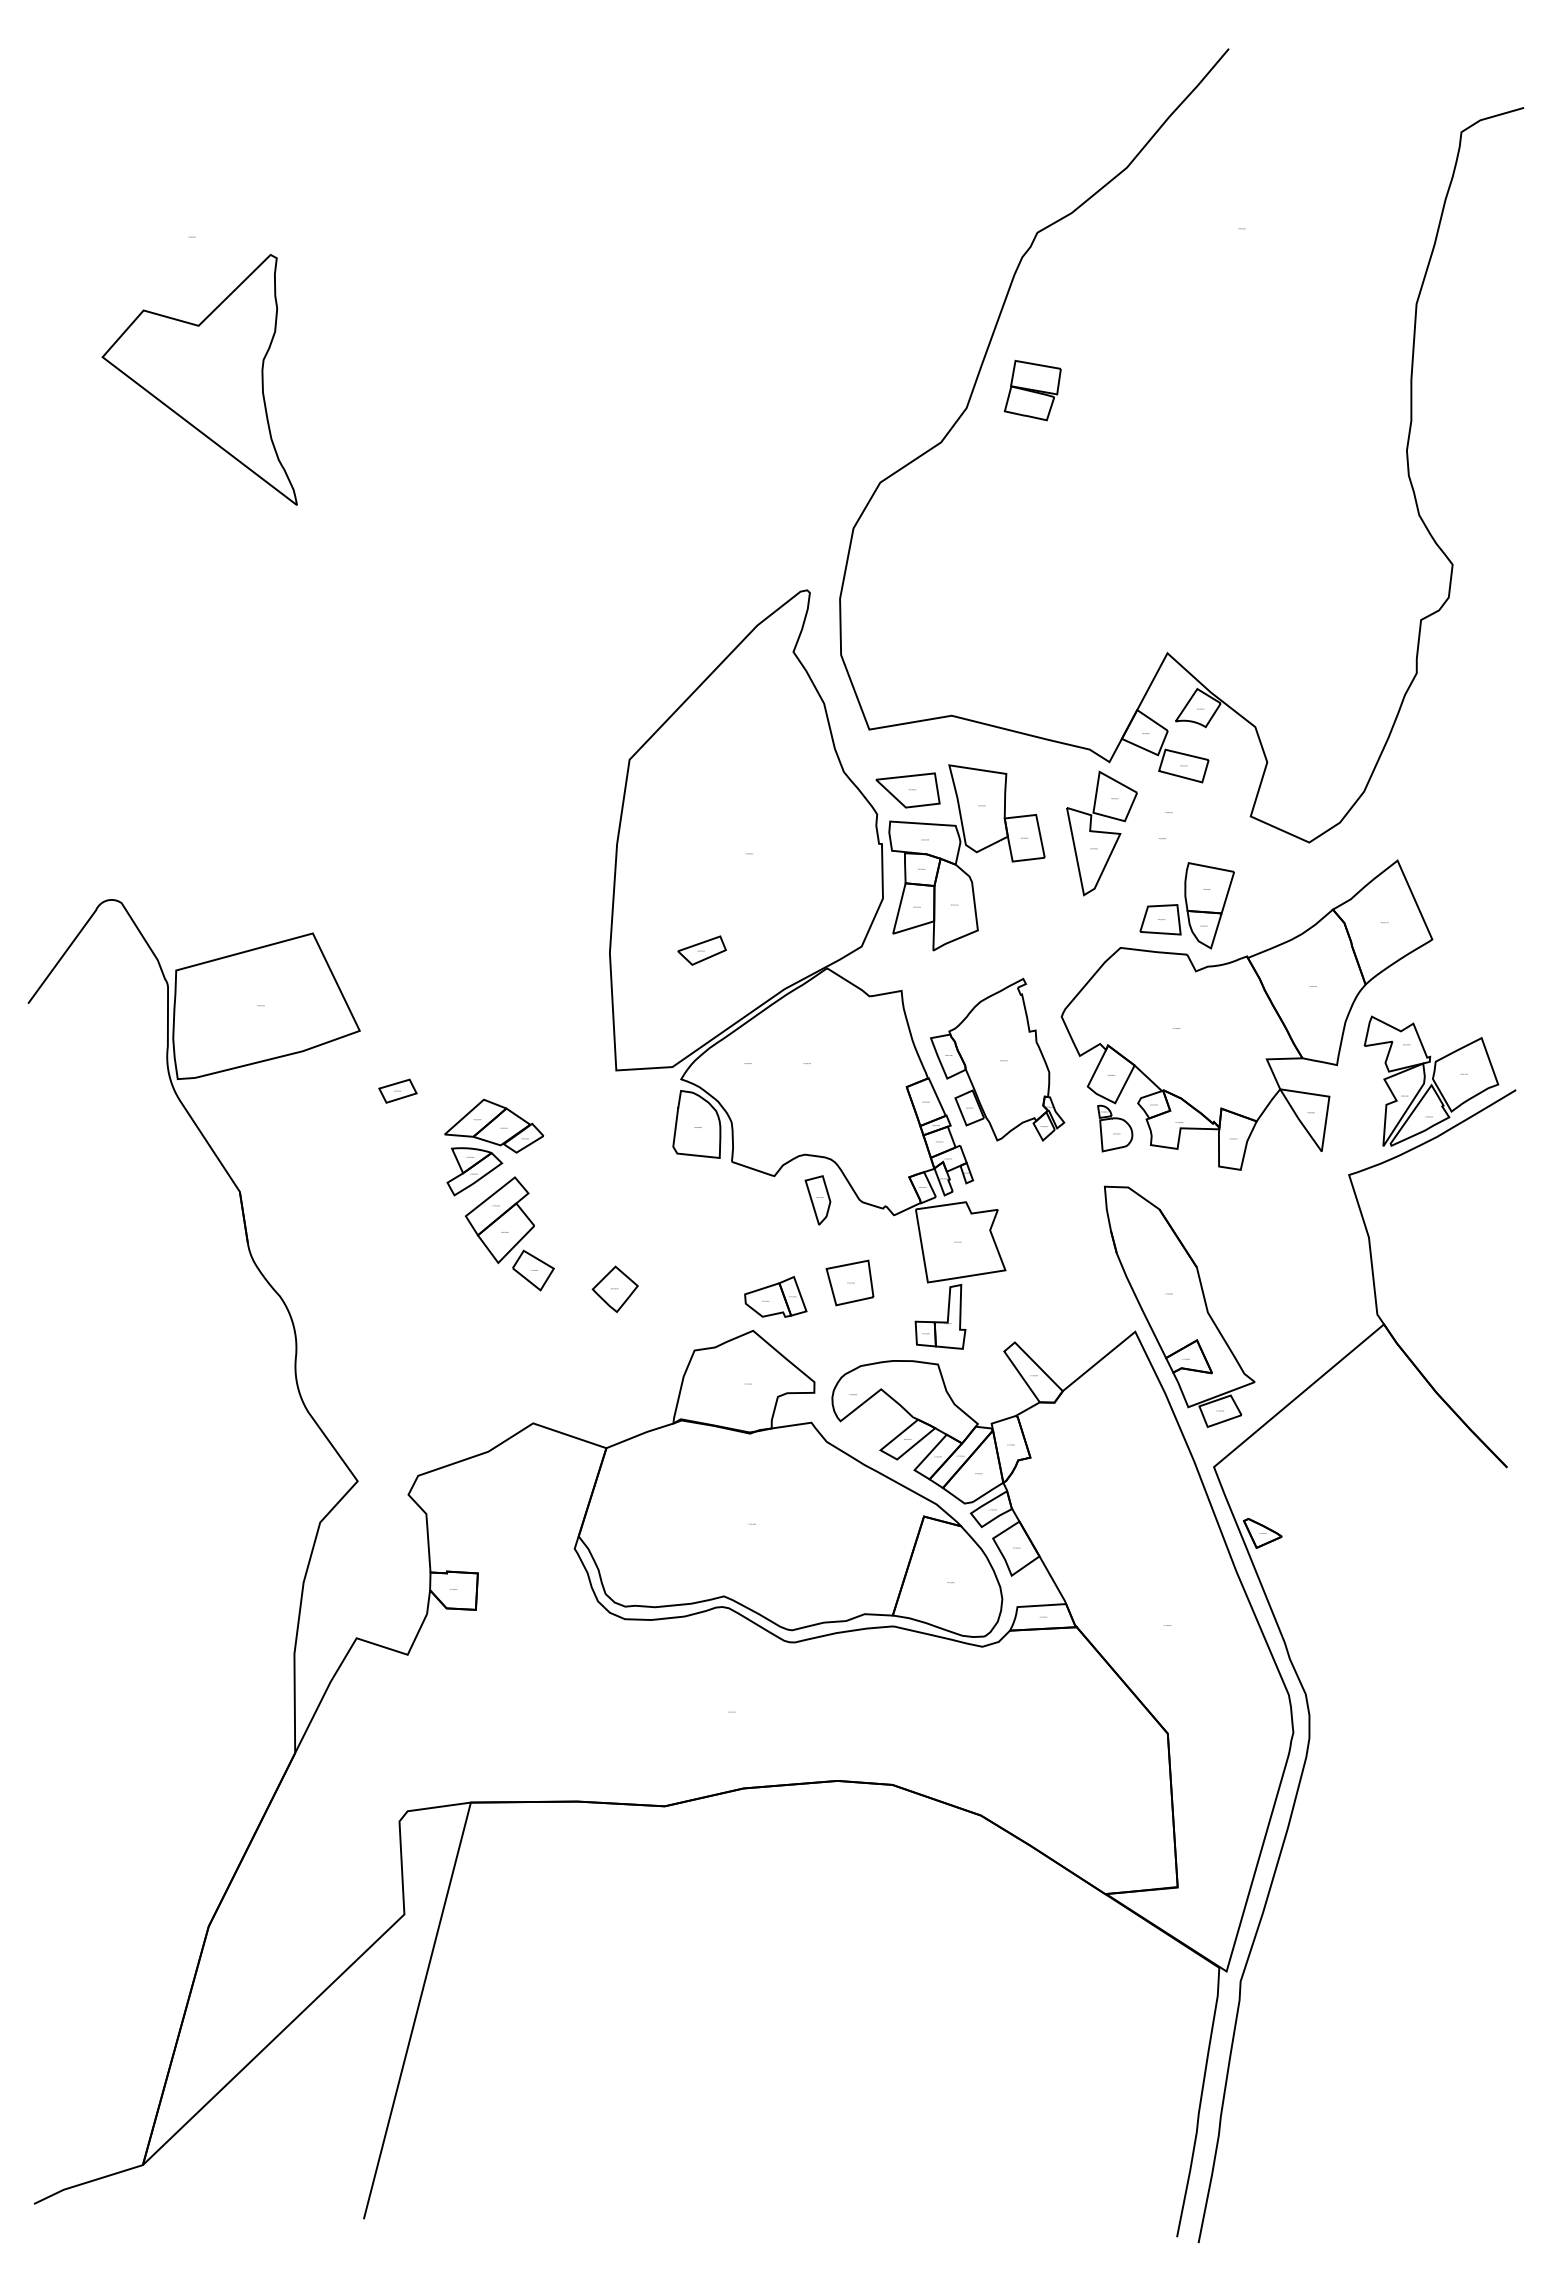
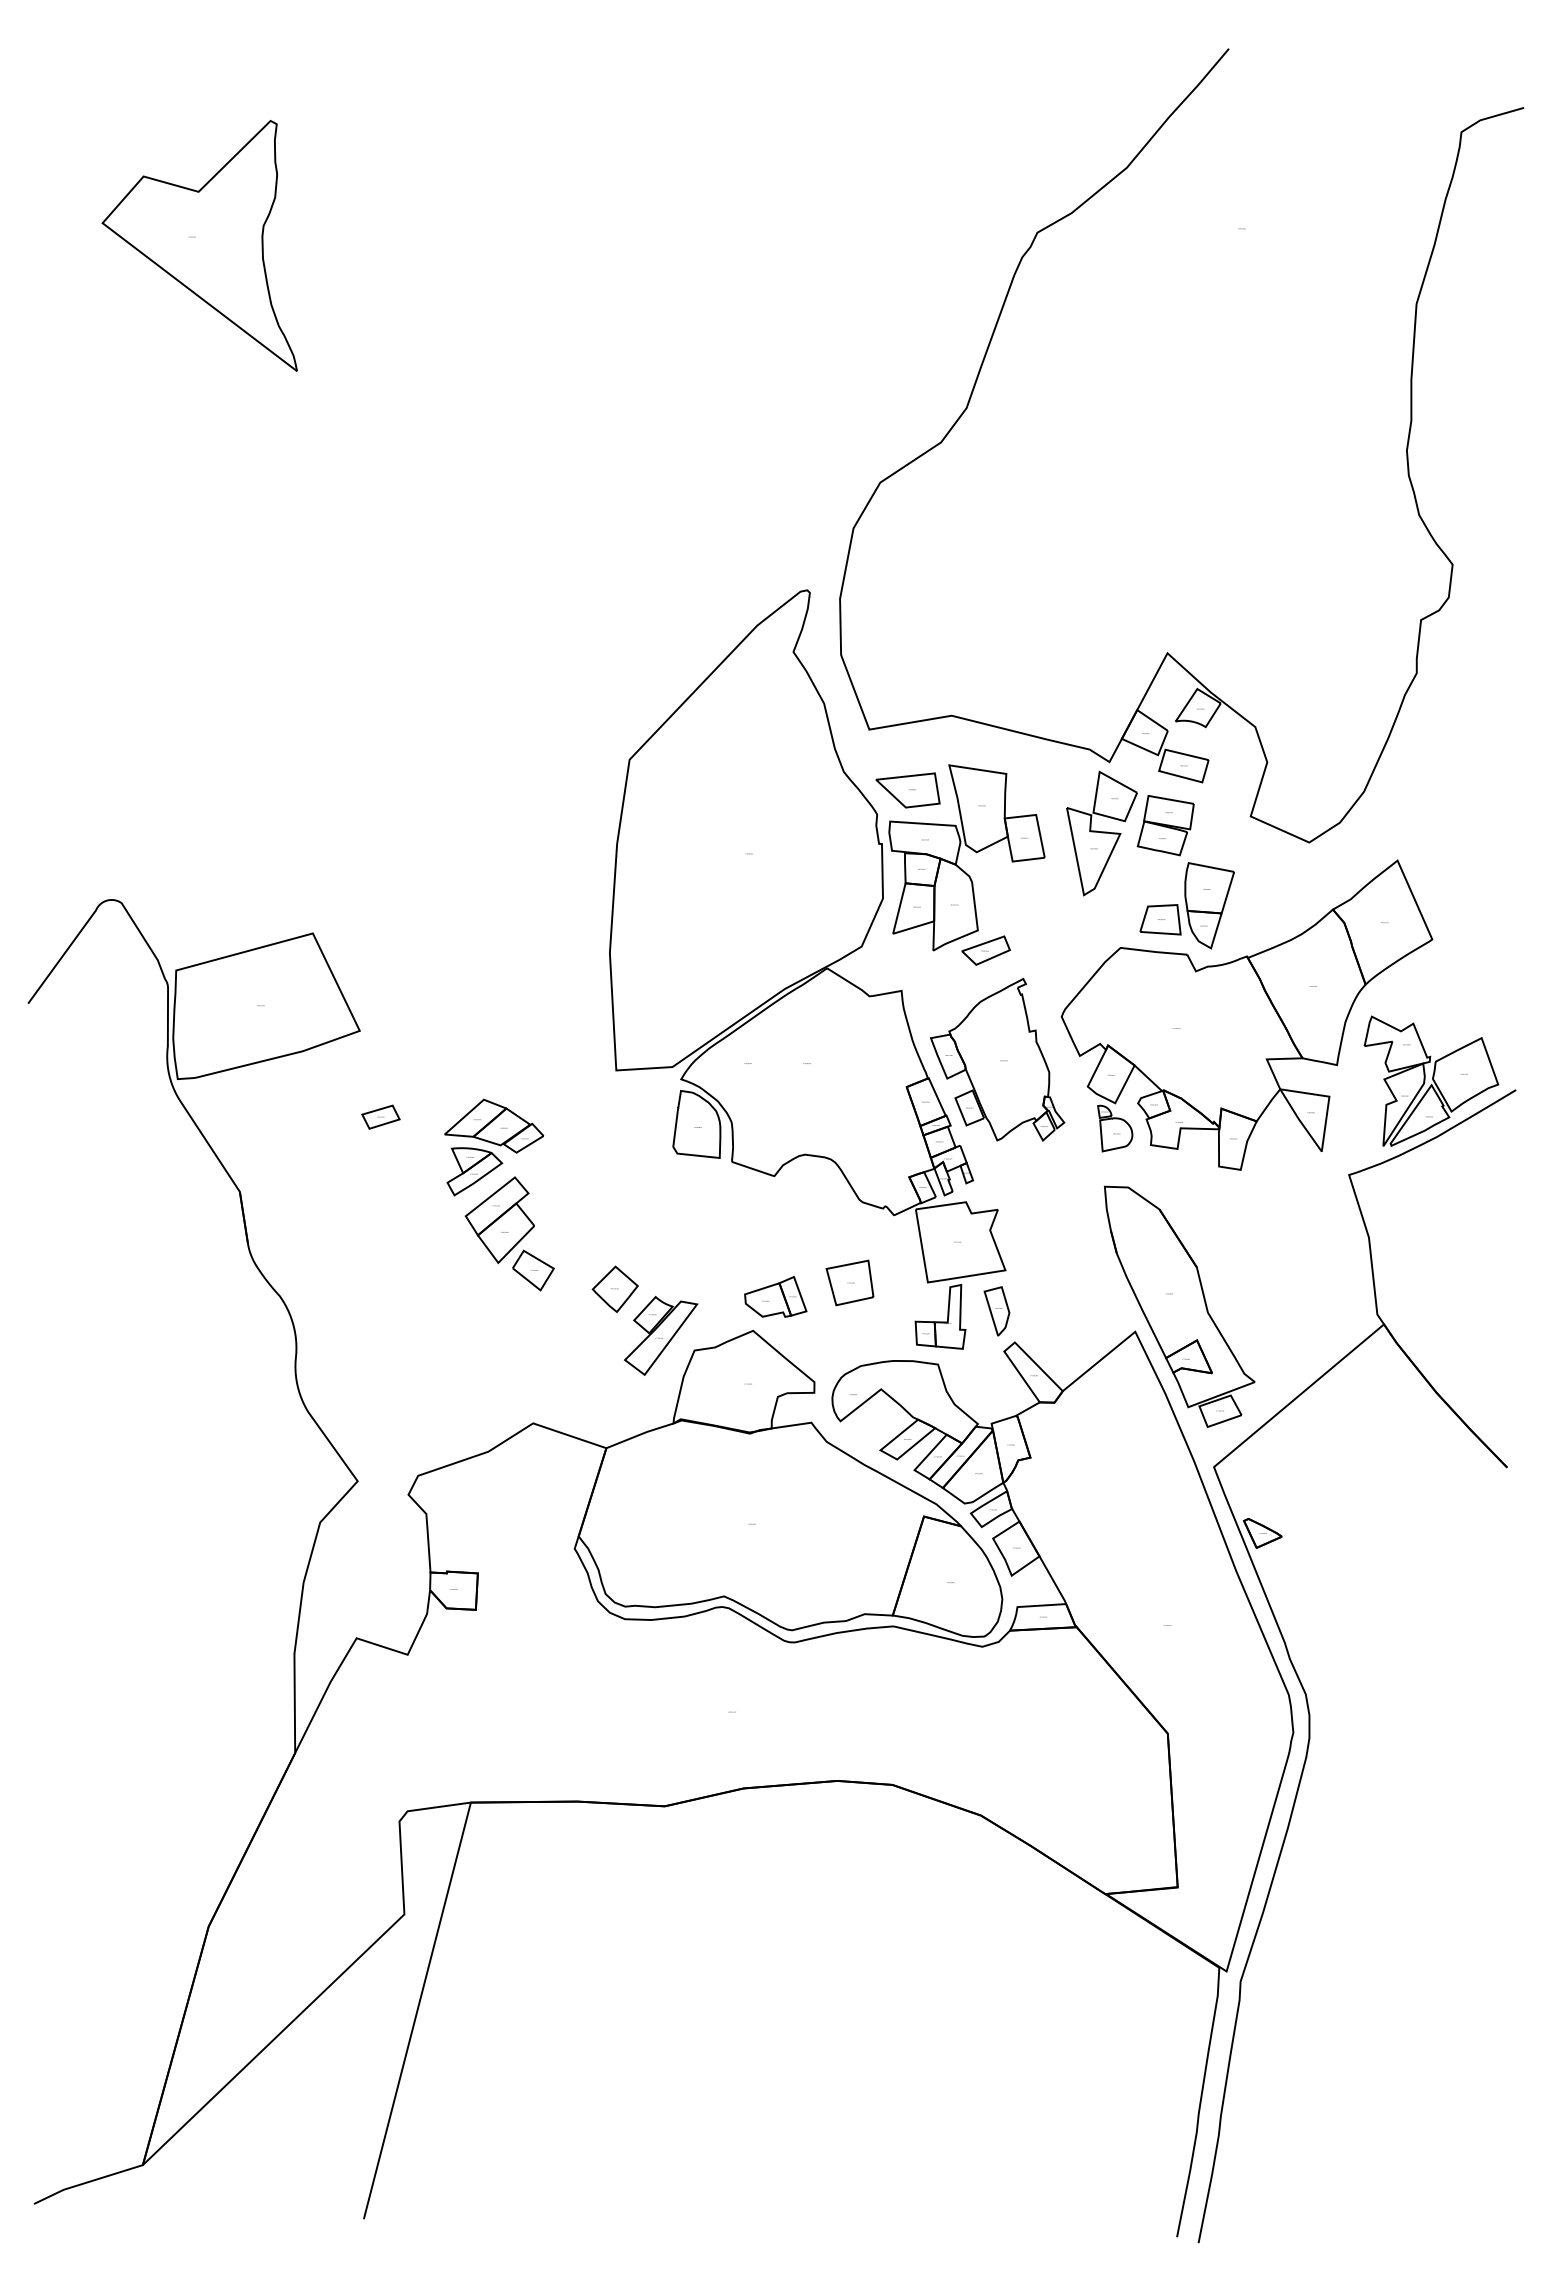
part at (199, 379) position: (199, 379) -> (199, 245)
part at (1032, 390) position: (1032, 390) -> (1165, 825)
part at (701, 950) position: (701, 950) -> (985, 950)
part at (397, 1090) position: (397, 1090) -> (380, 1116)
part at (817, 1200) position: (817, 1200) -> (996, 1311)
part at (660, 1335): none -> present
